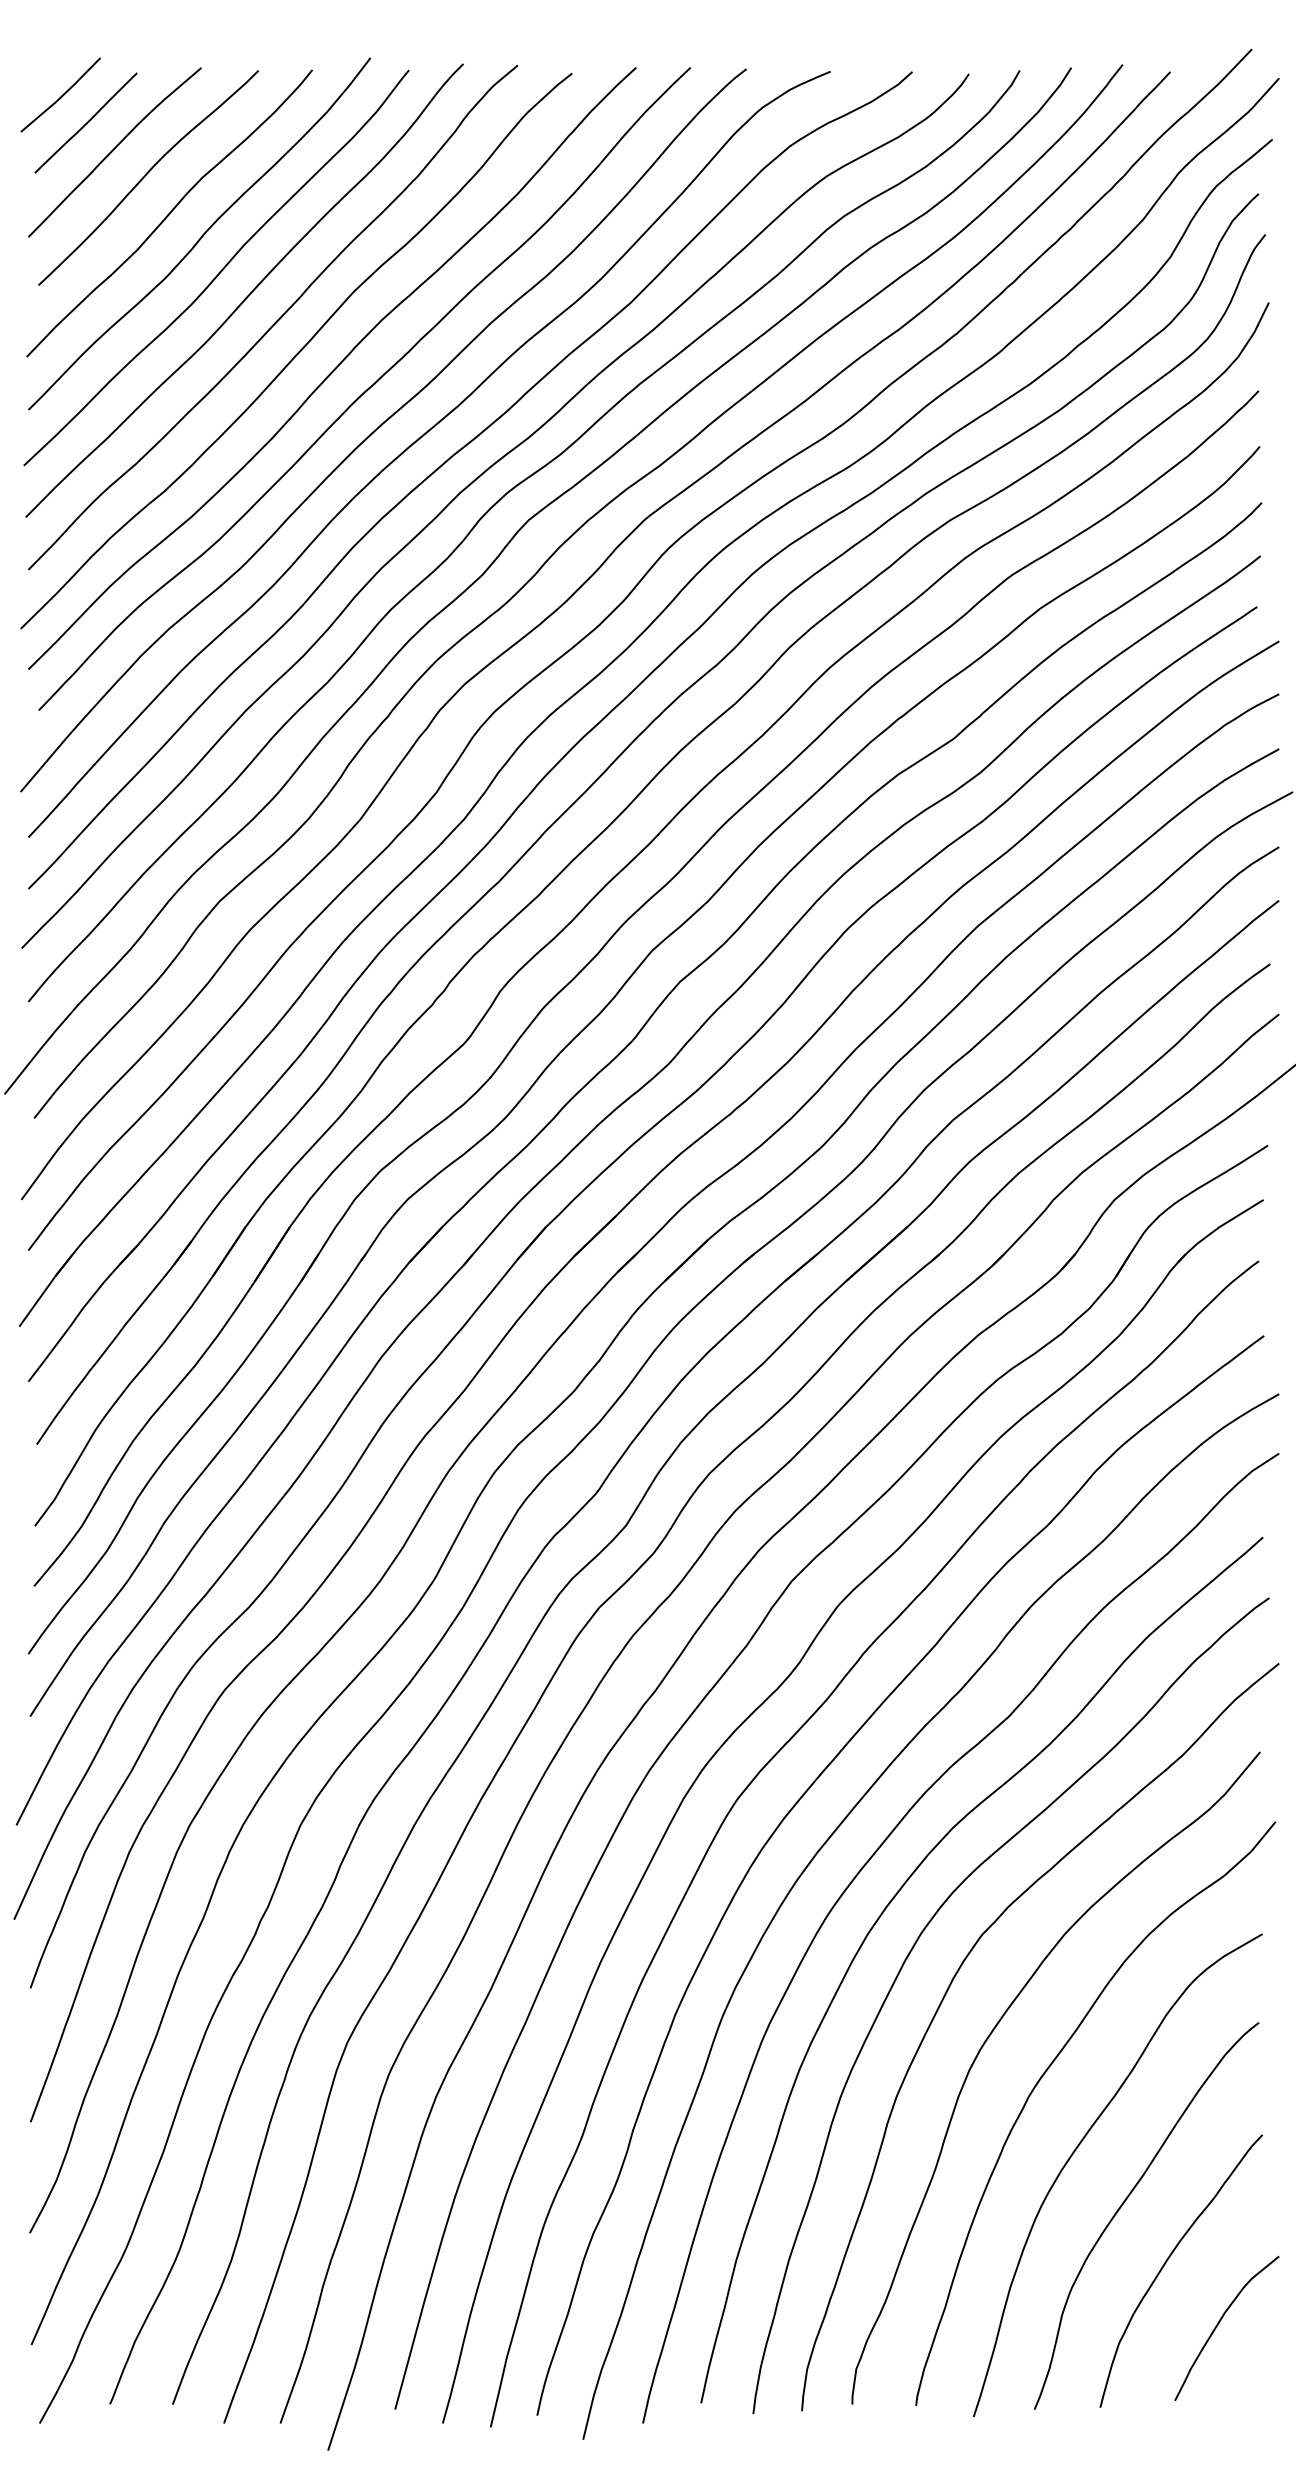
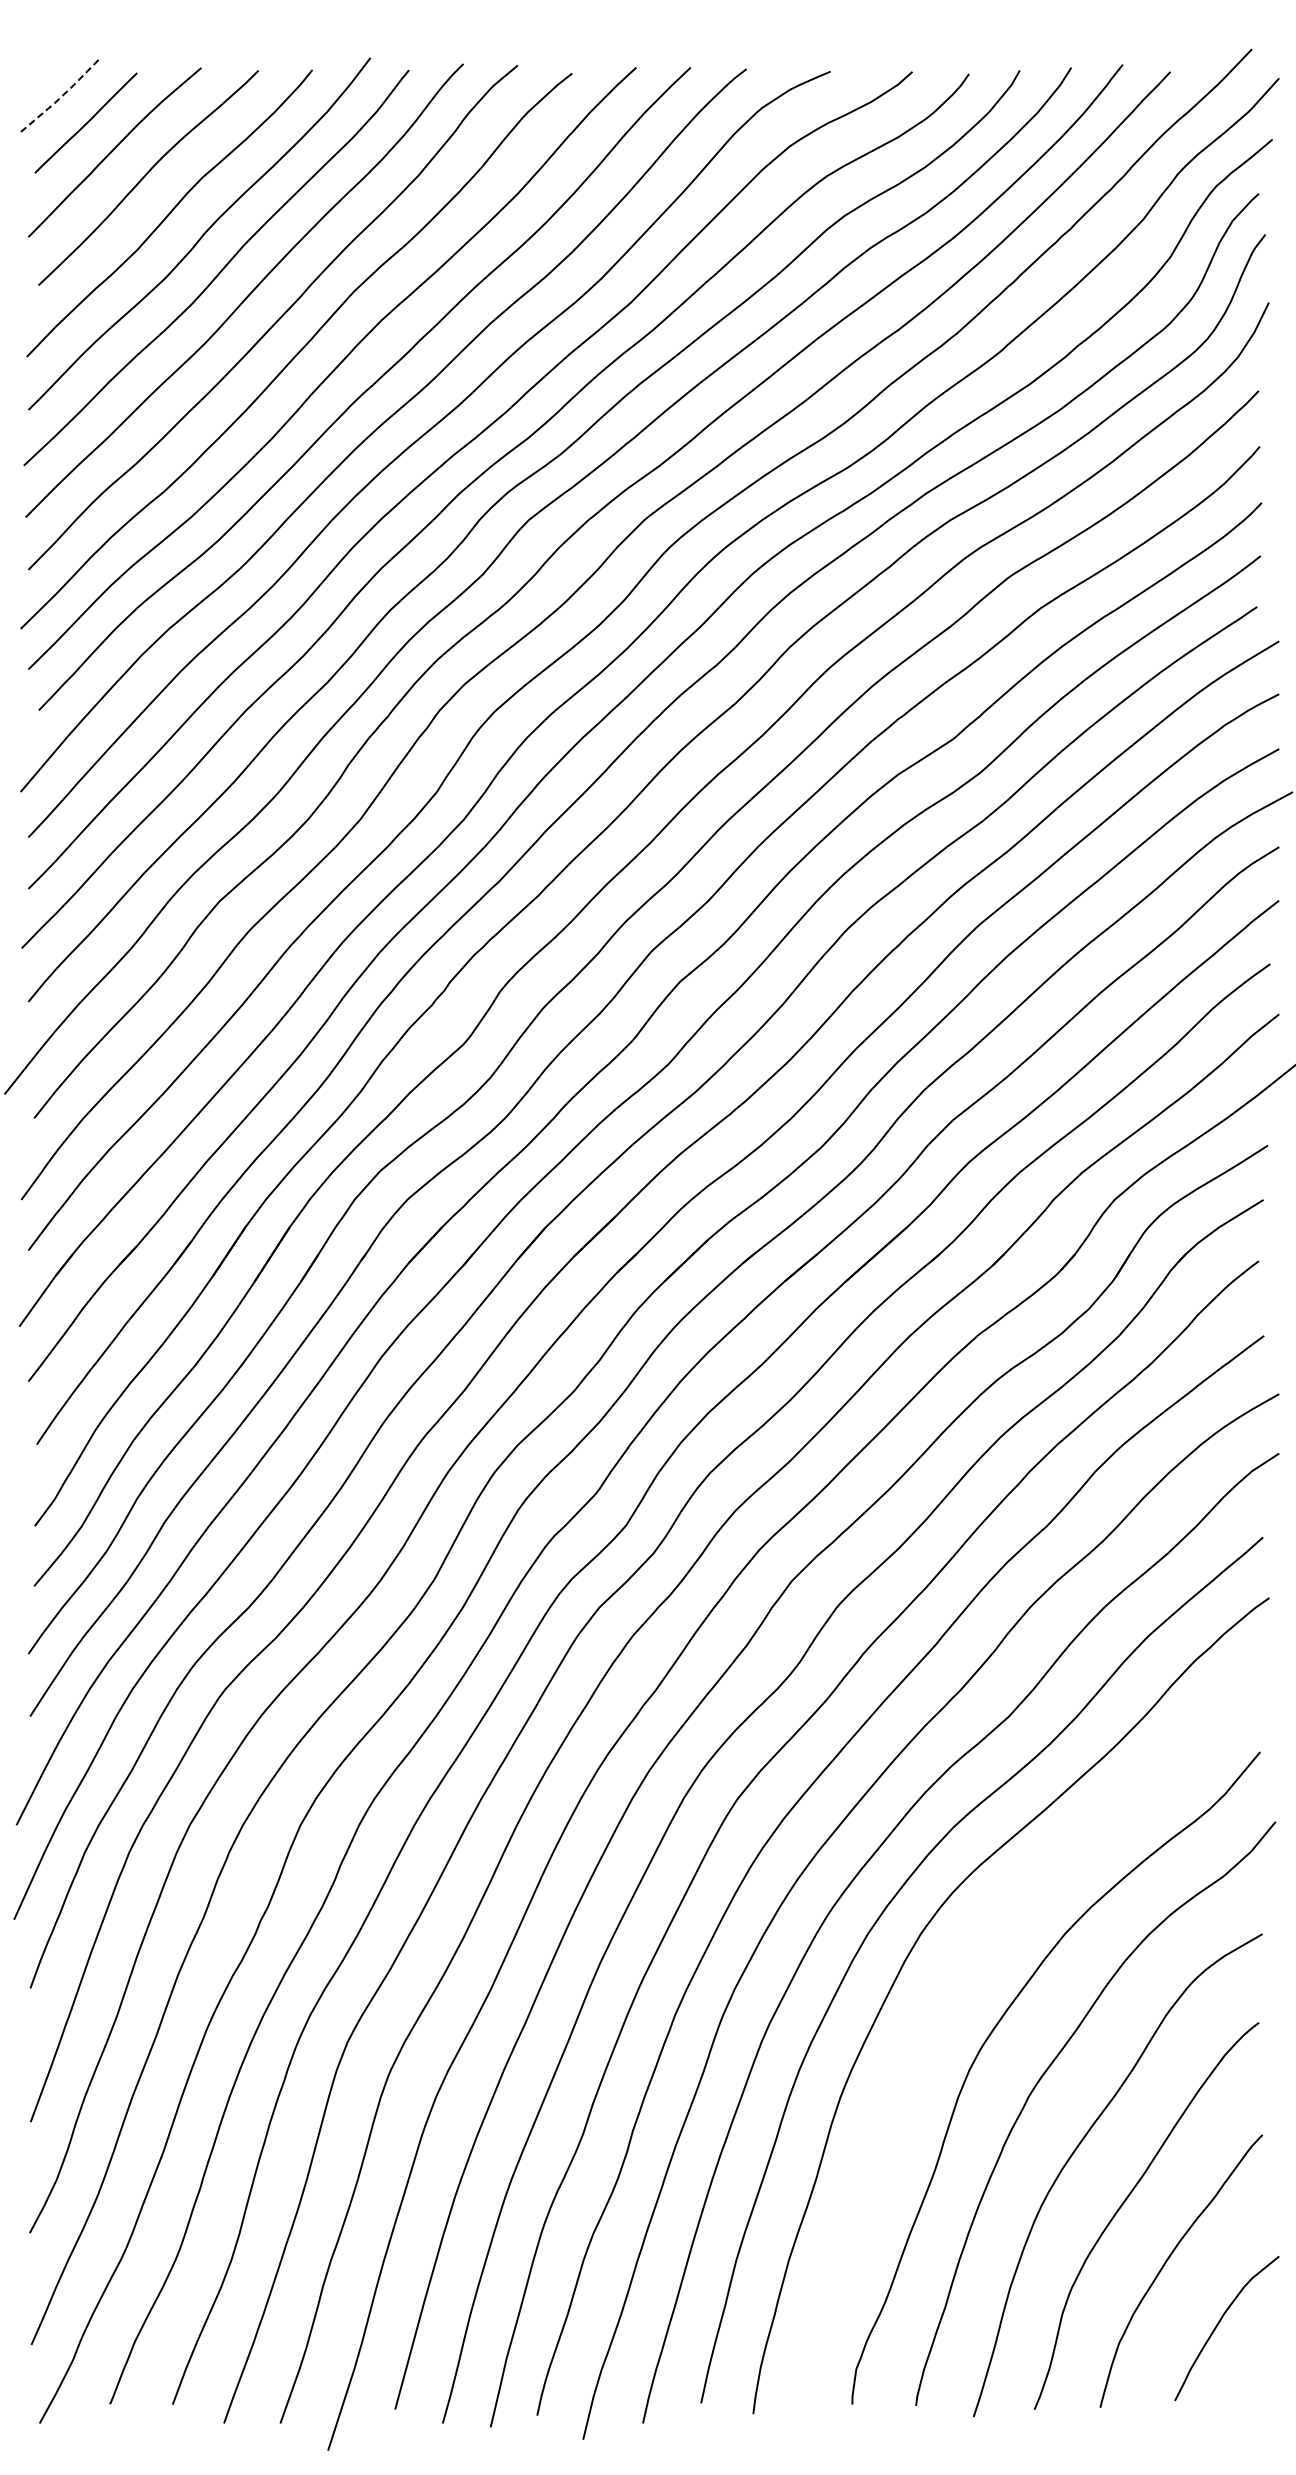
line at (62, 95): solid -> dashed
curve at (948, 1990): present -> none
